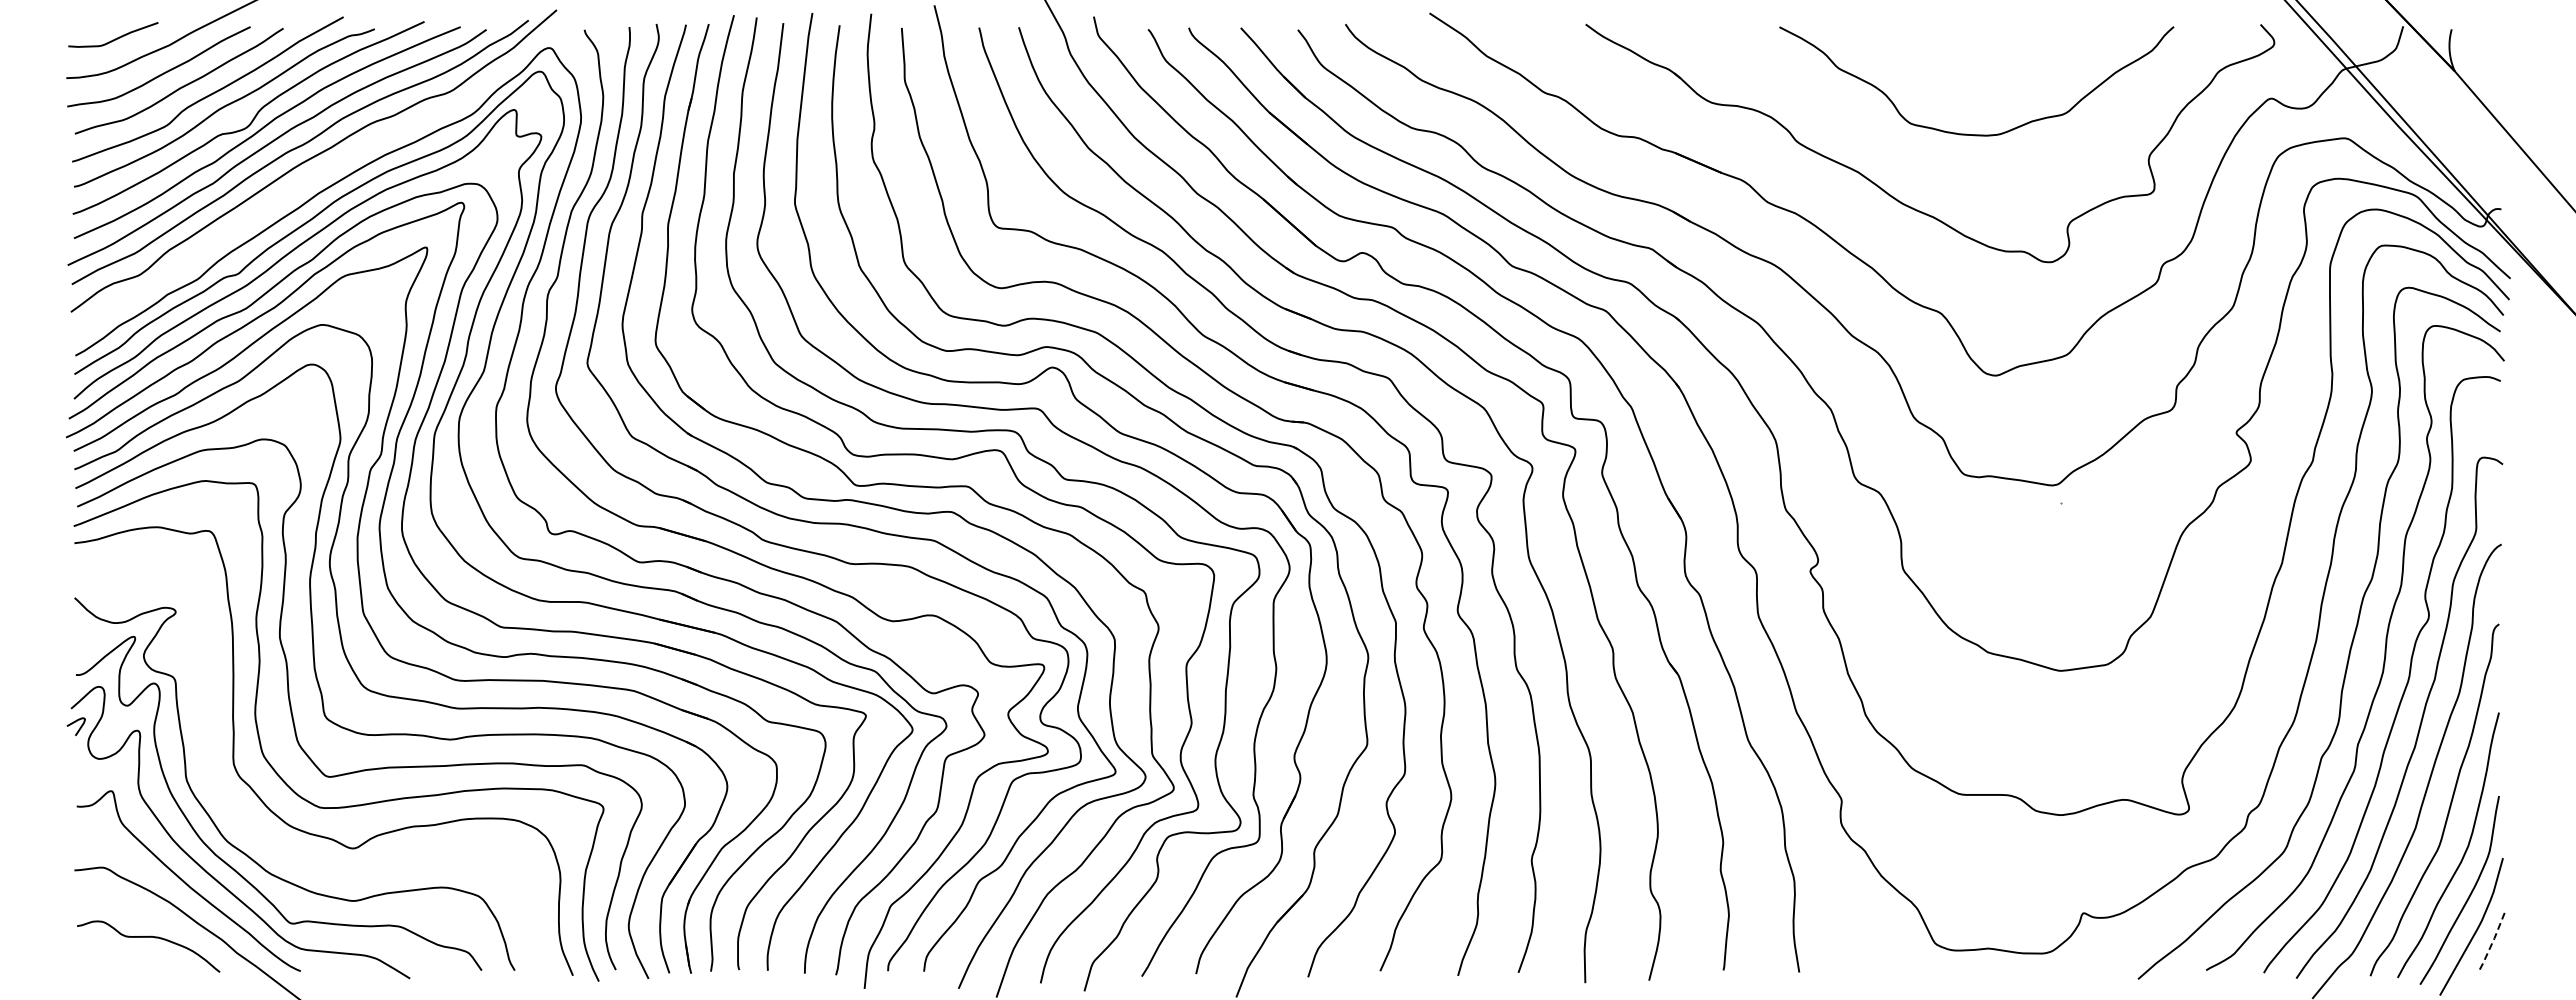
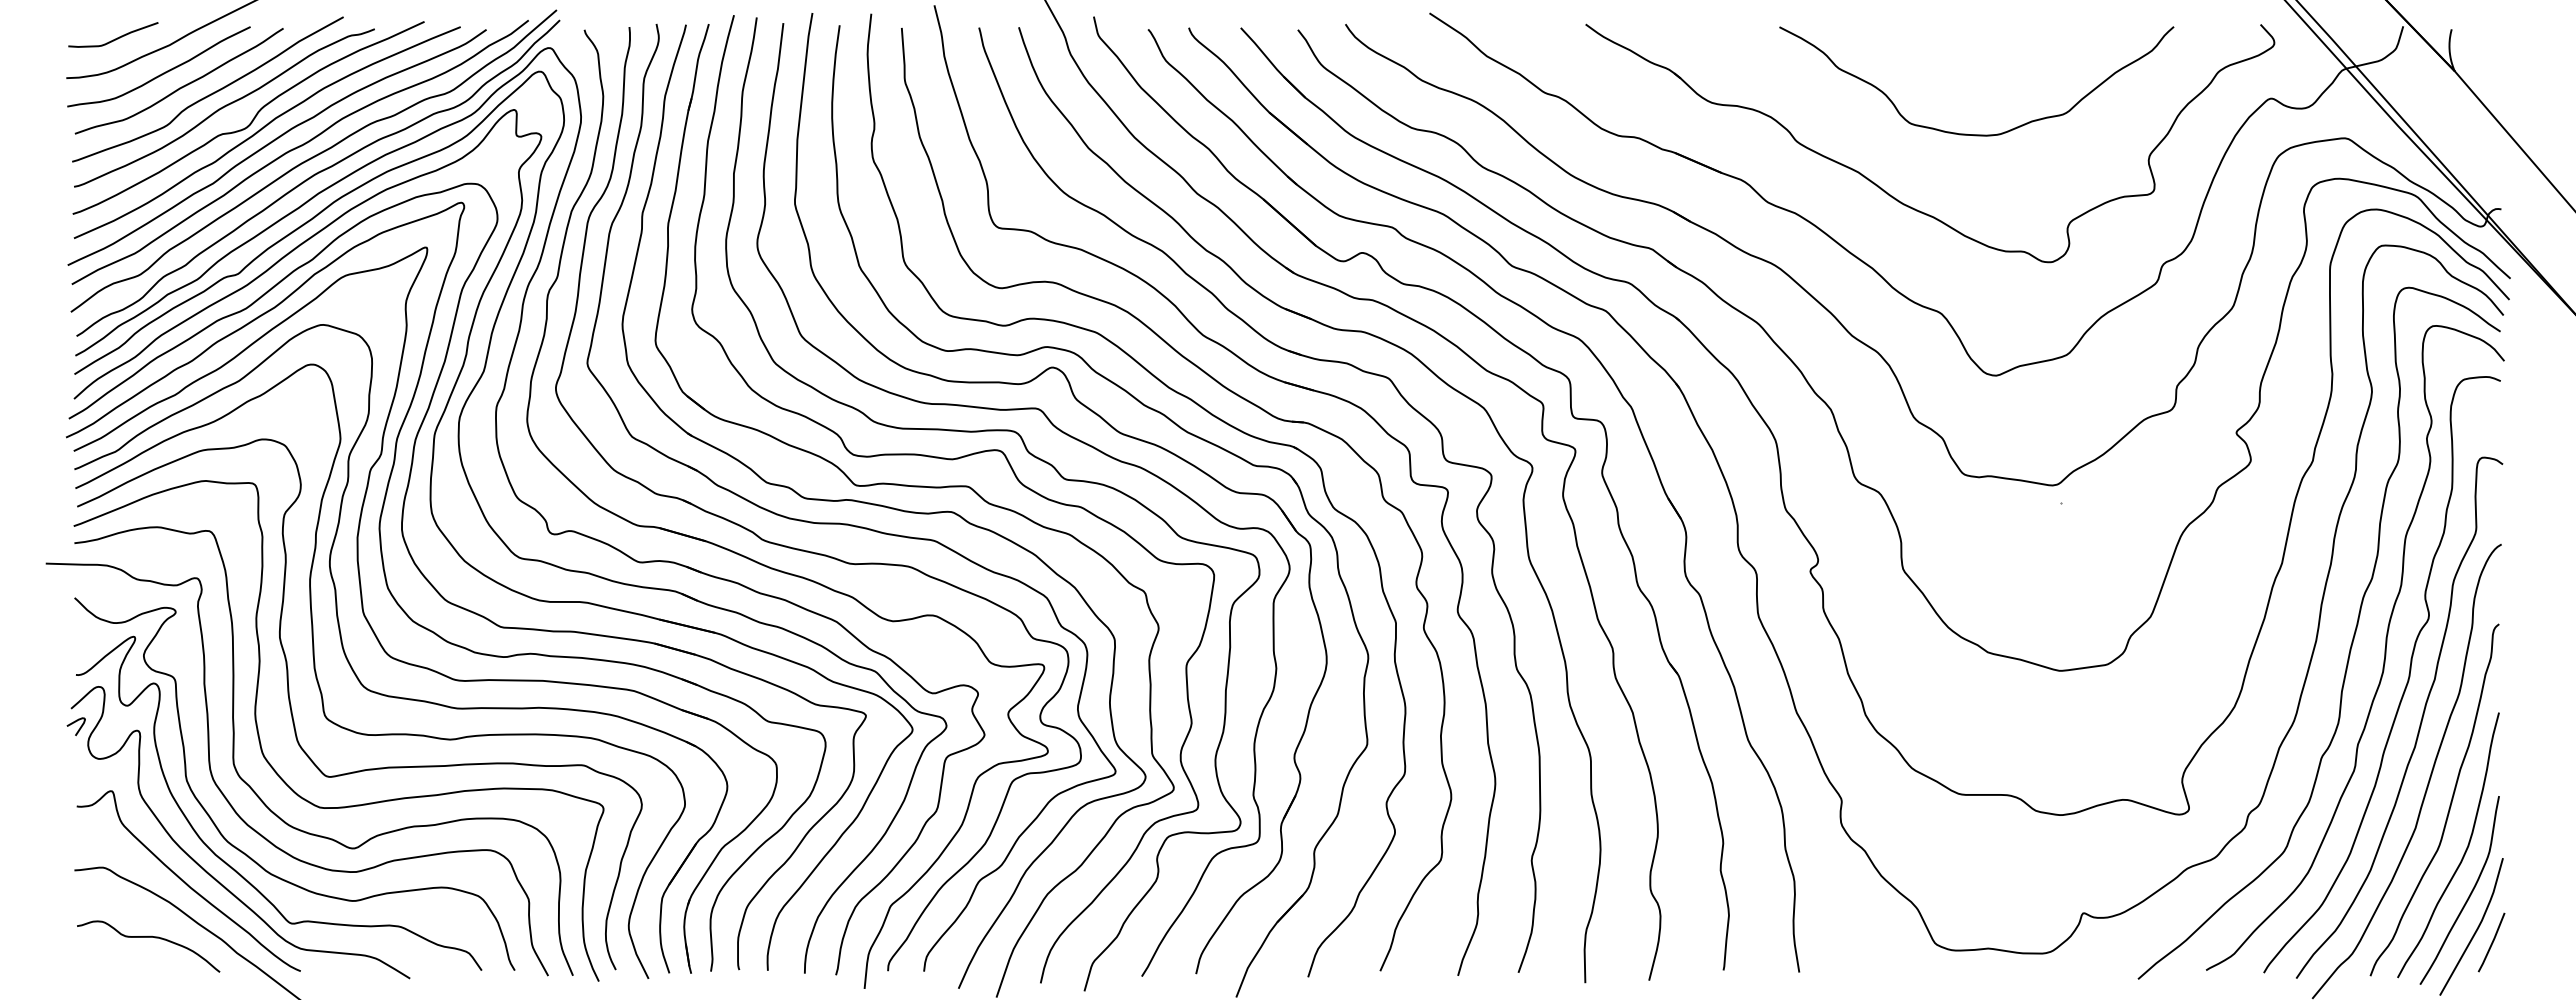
curve at (317, 174): none -> present
curve at (251, 826): none -> present
line at (2492, 942): dashed -> solid
